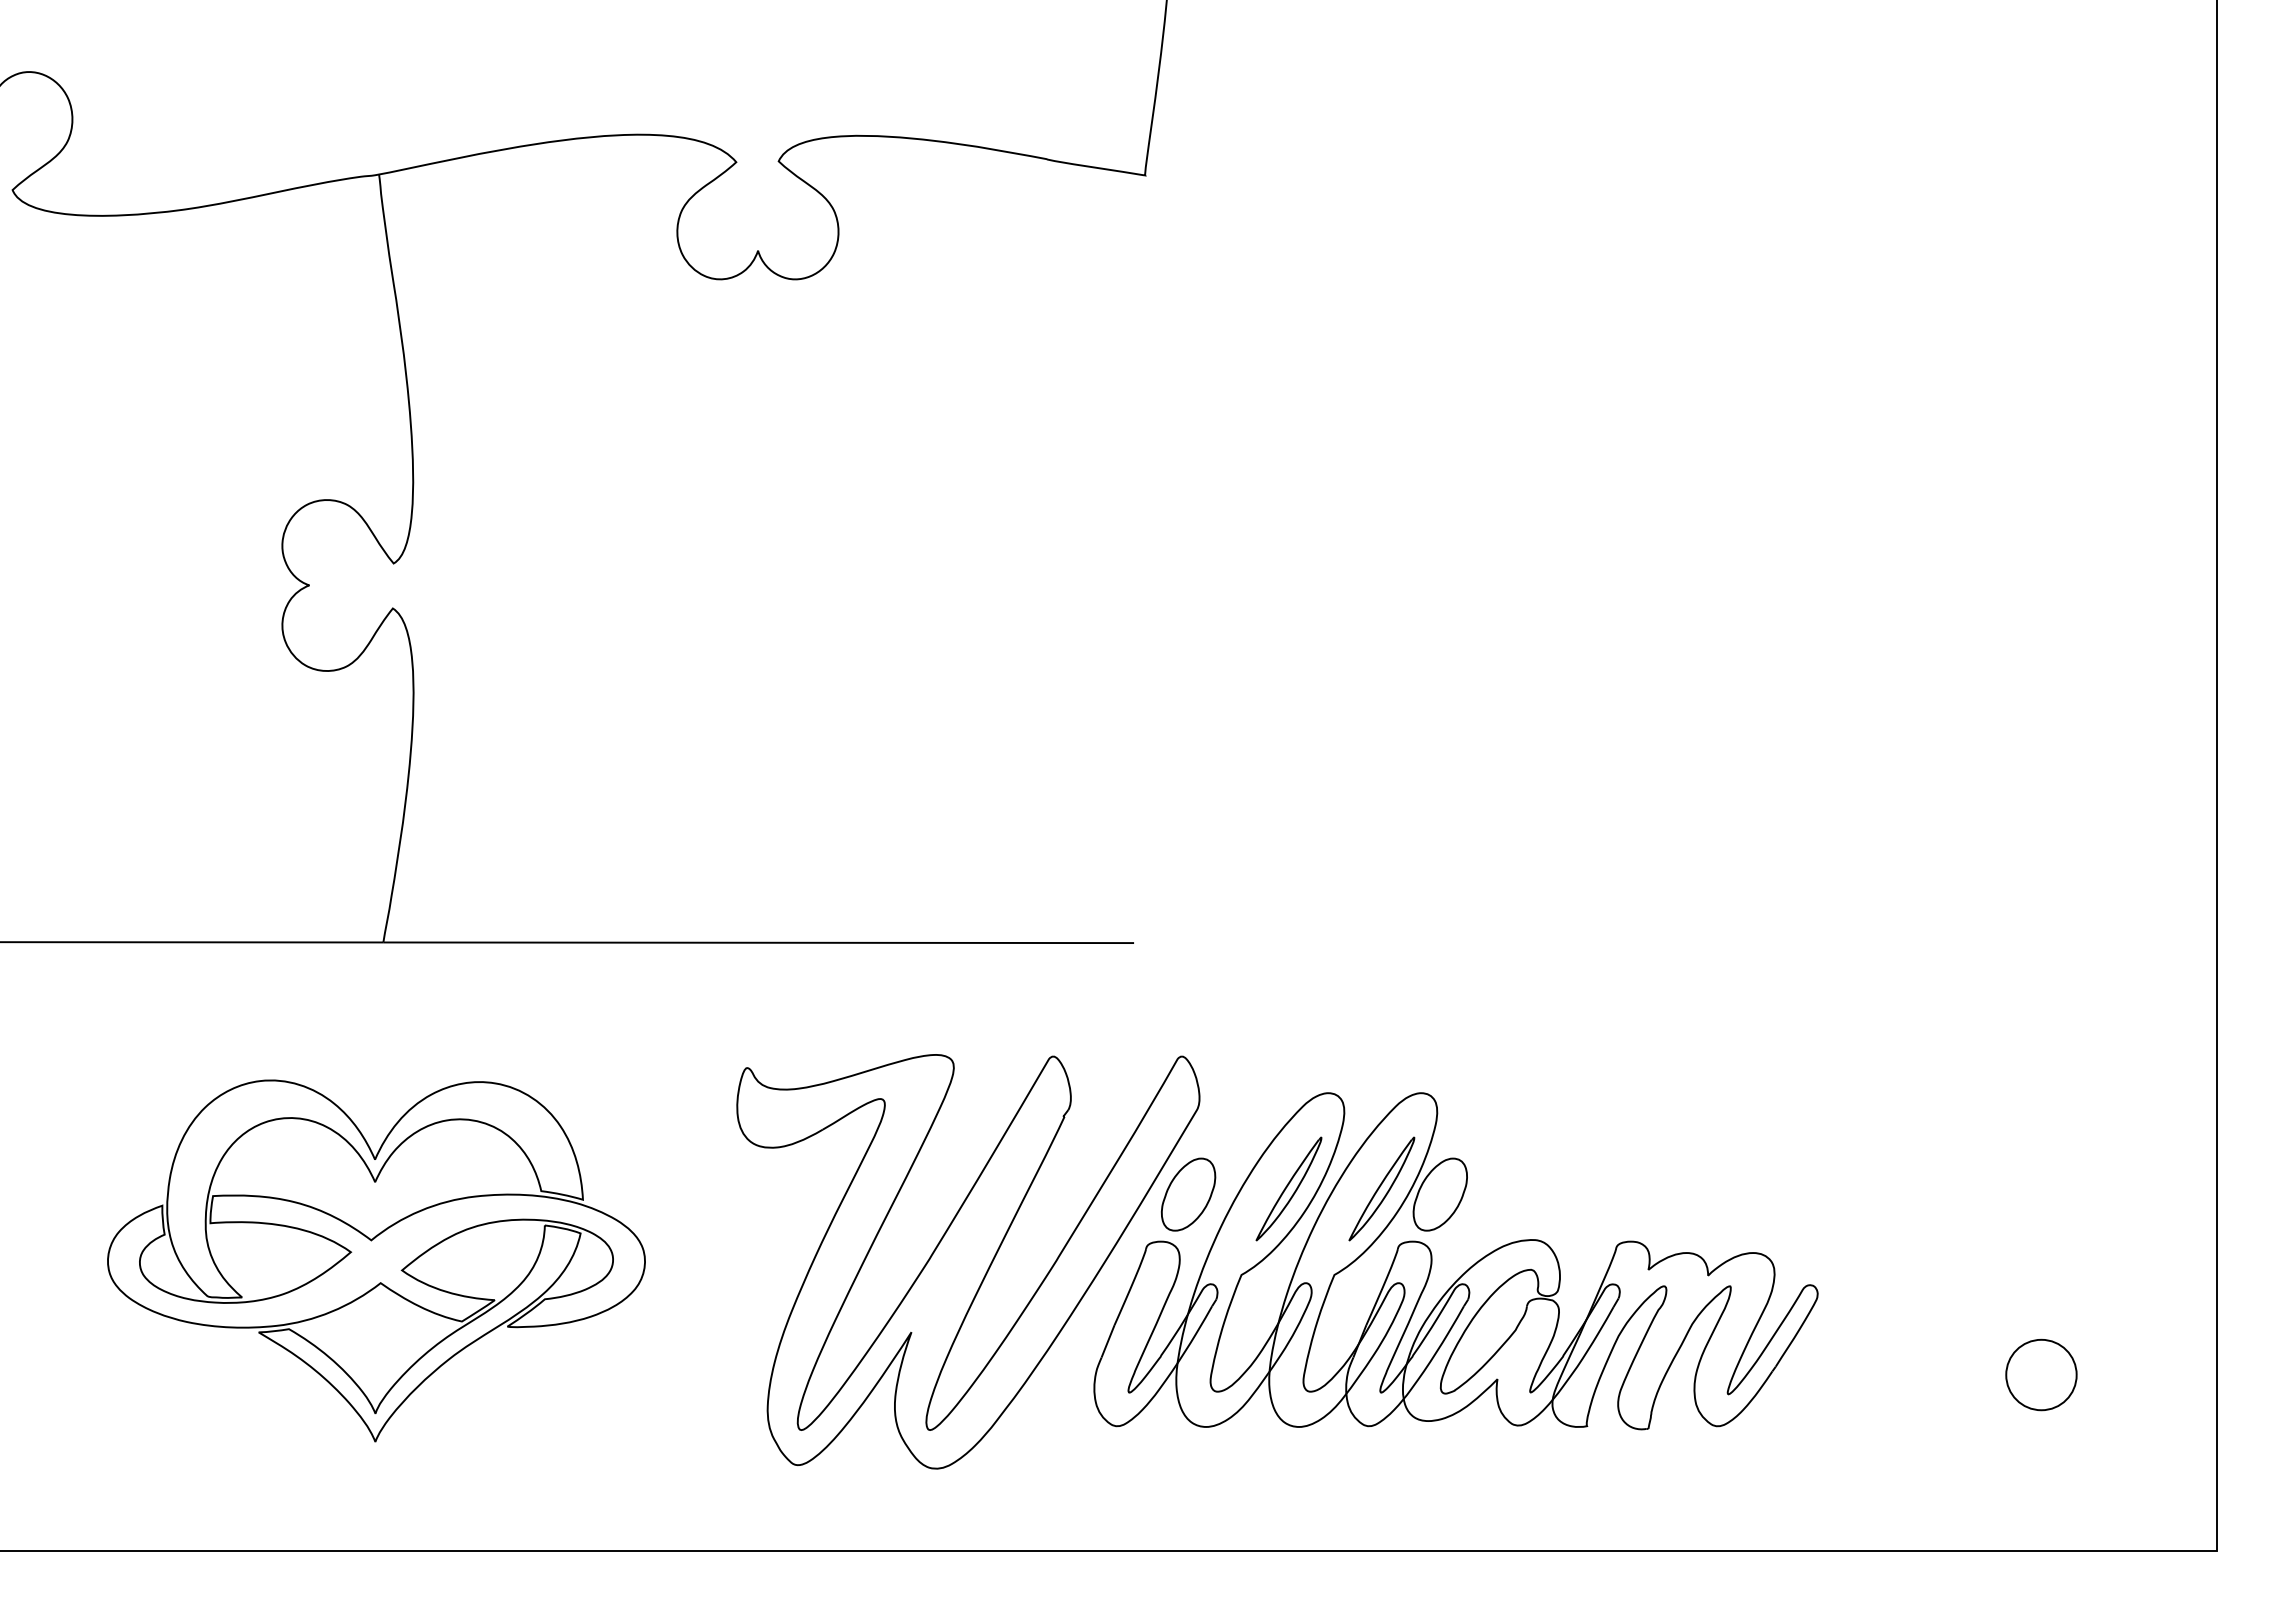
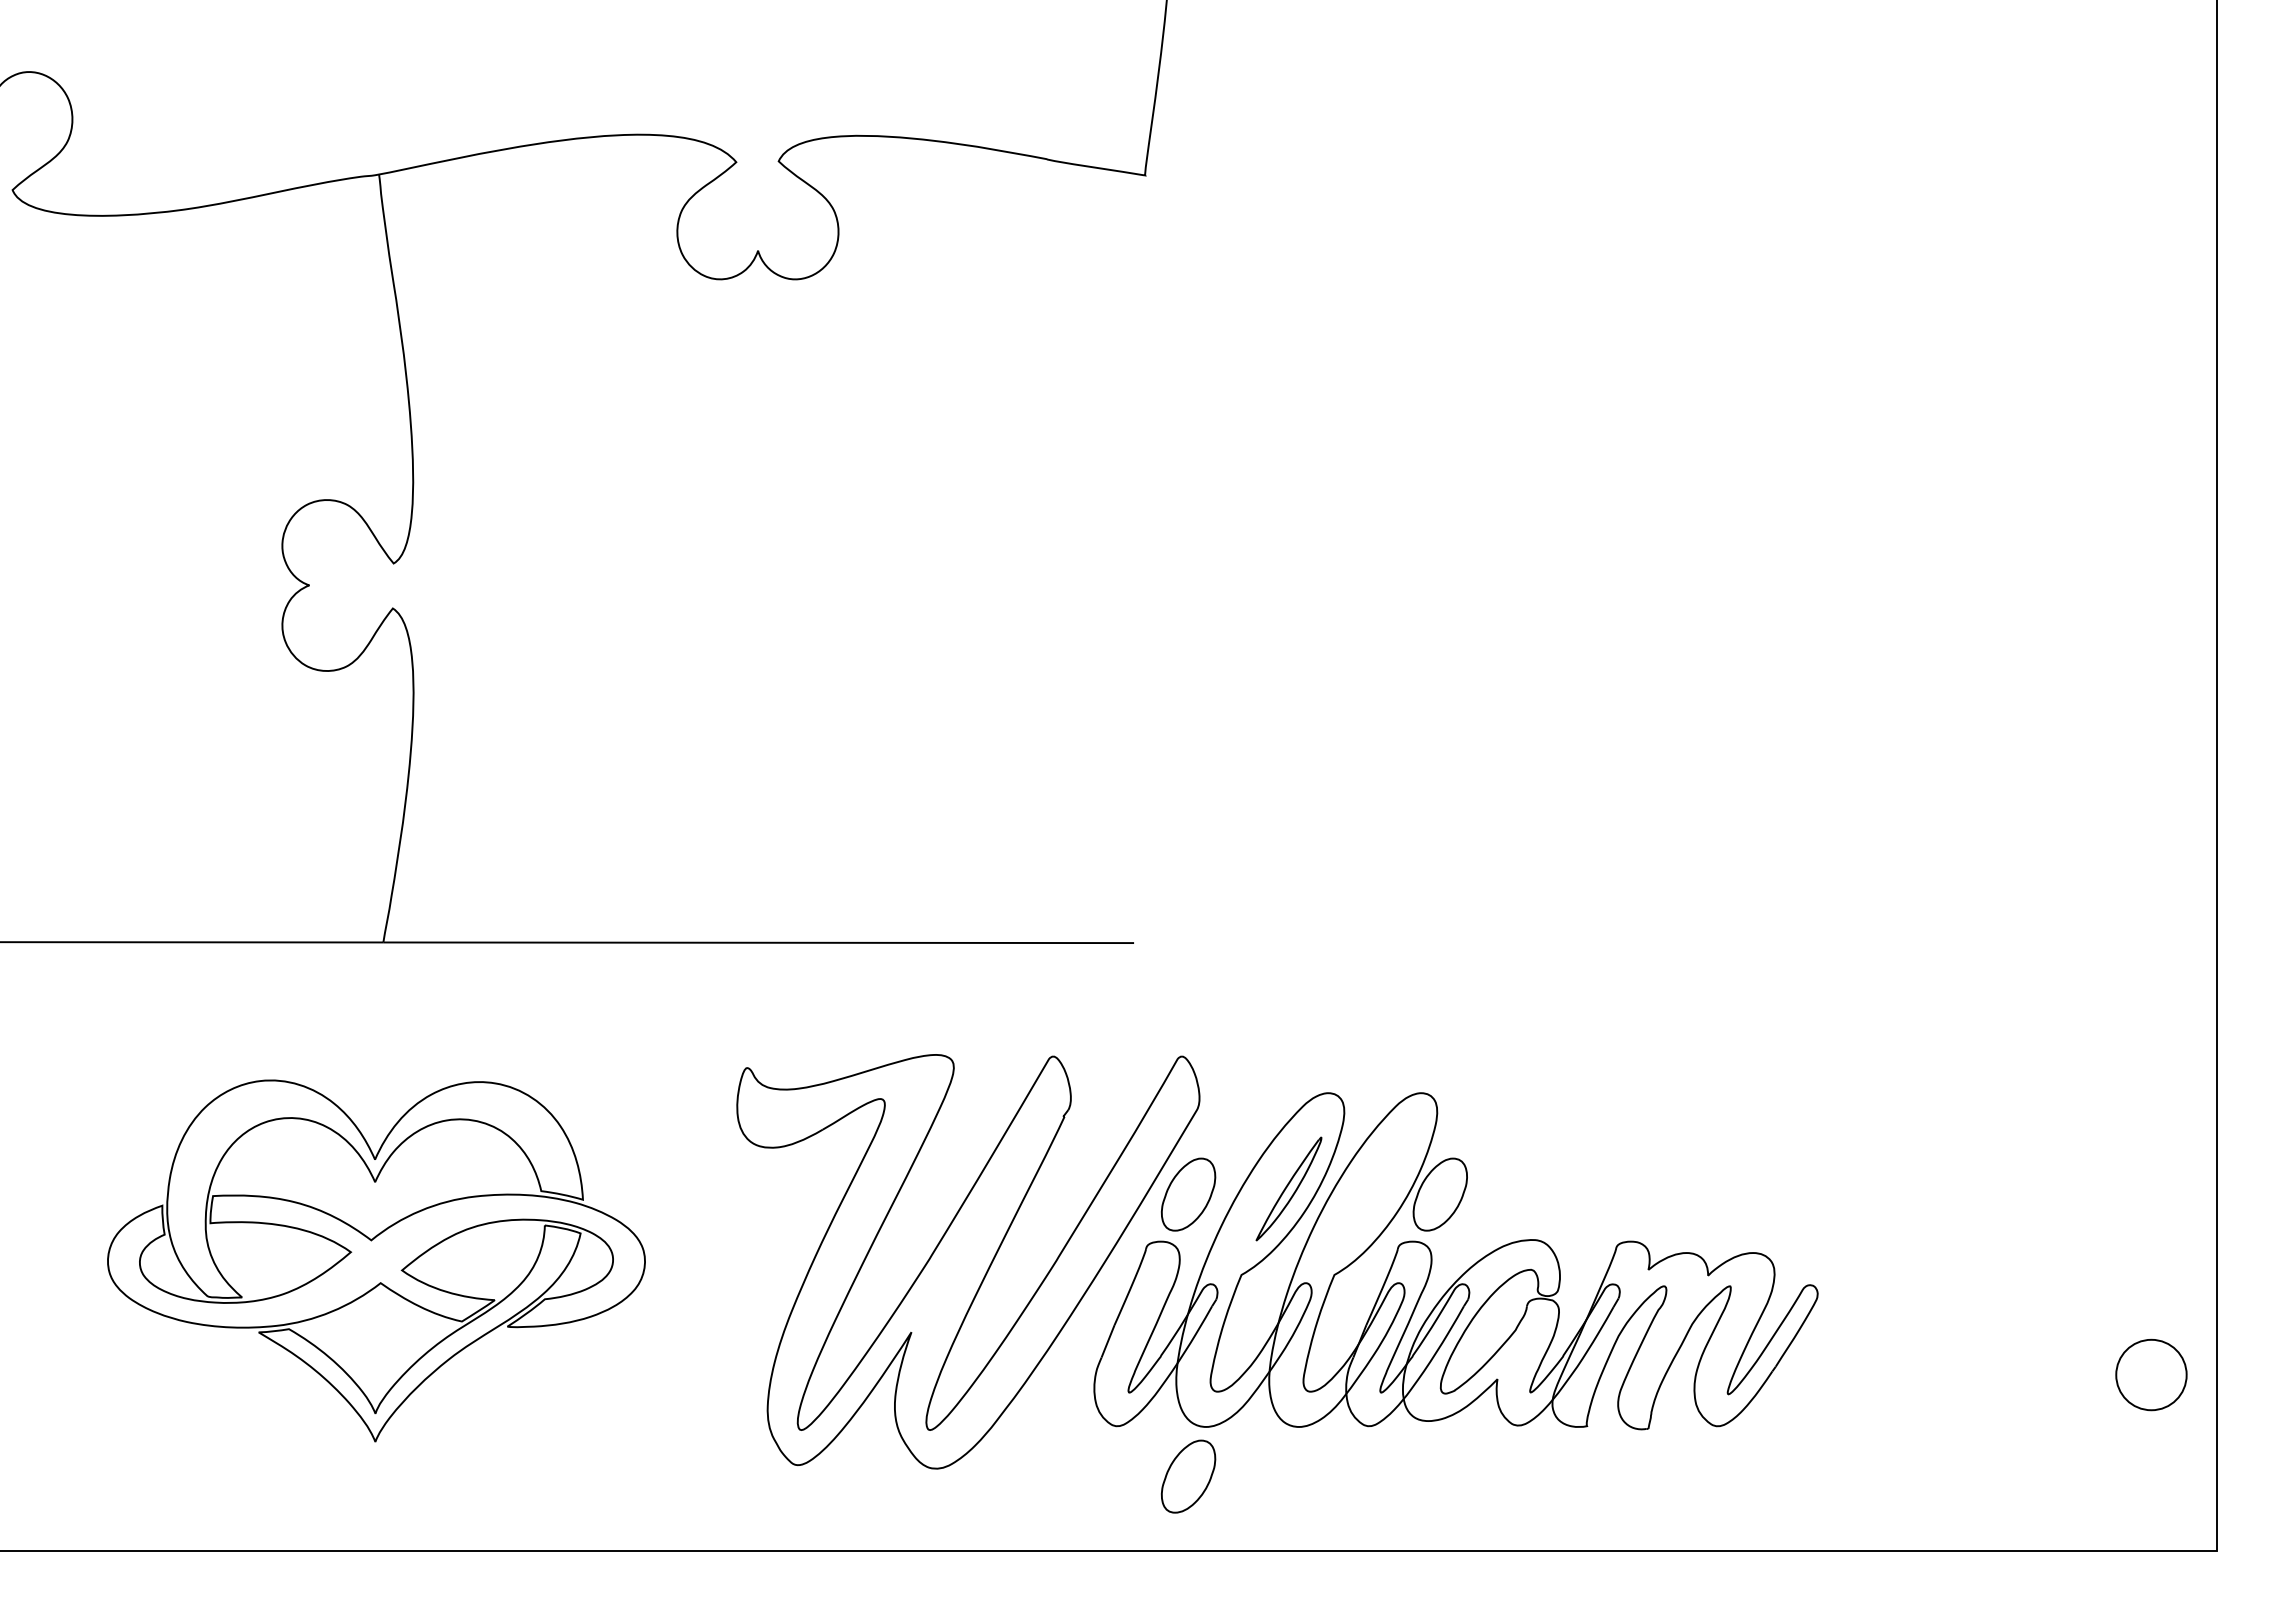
part at (1381, 1188): present -> none
part at (2041, 1374) position: (2041, 1374) -> (2151, 1374)
part at (1188, 1476): none -> present
